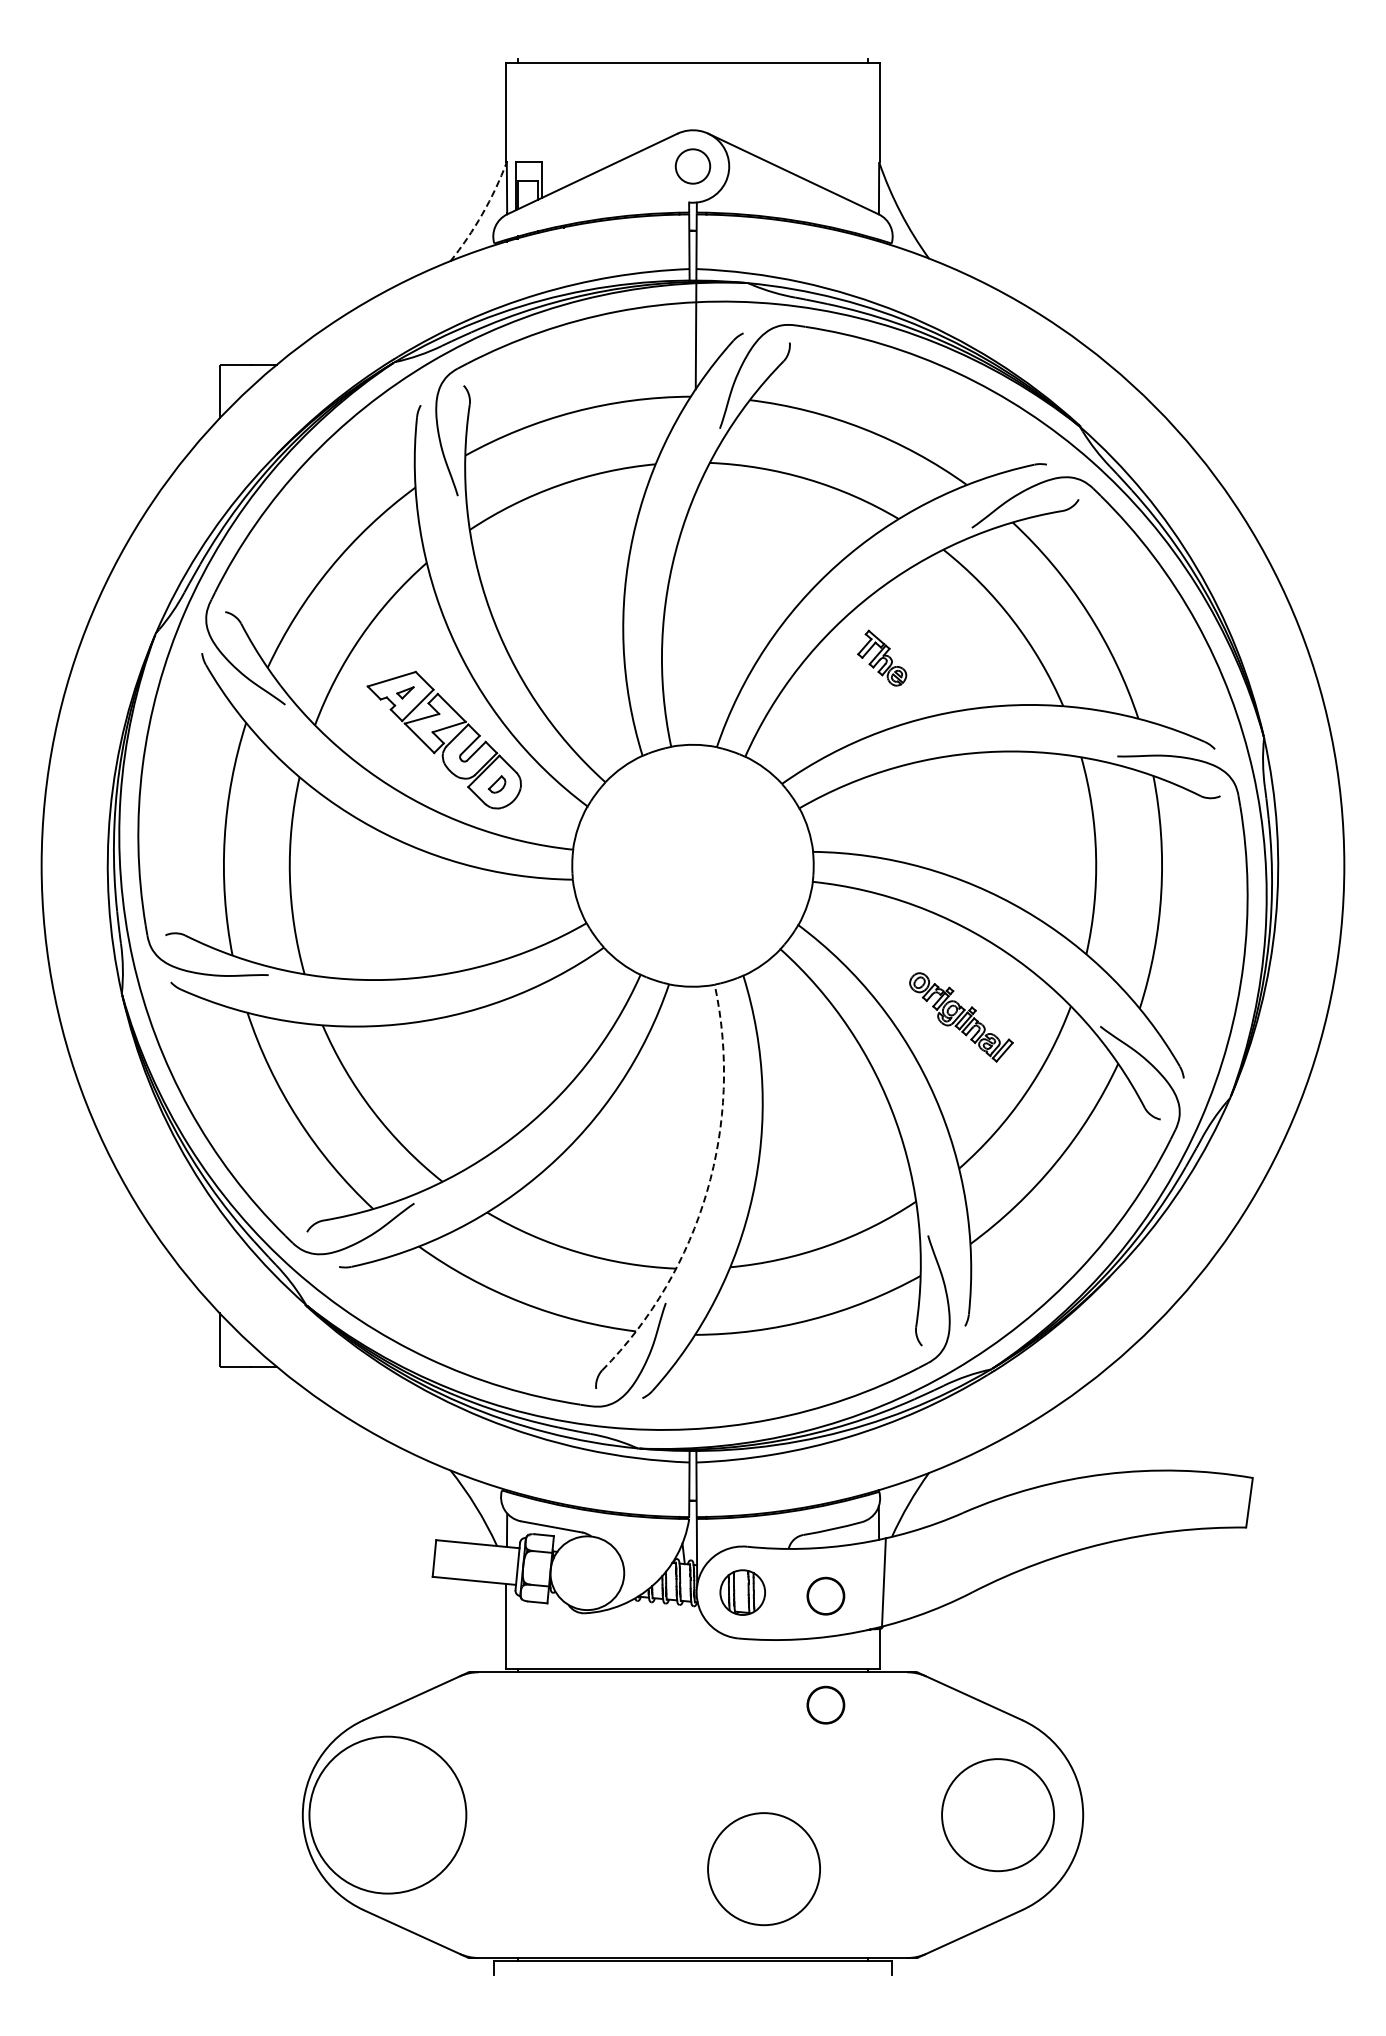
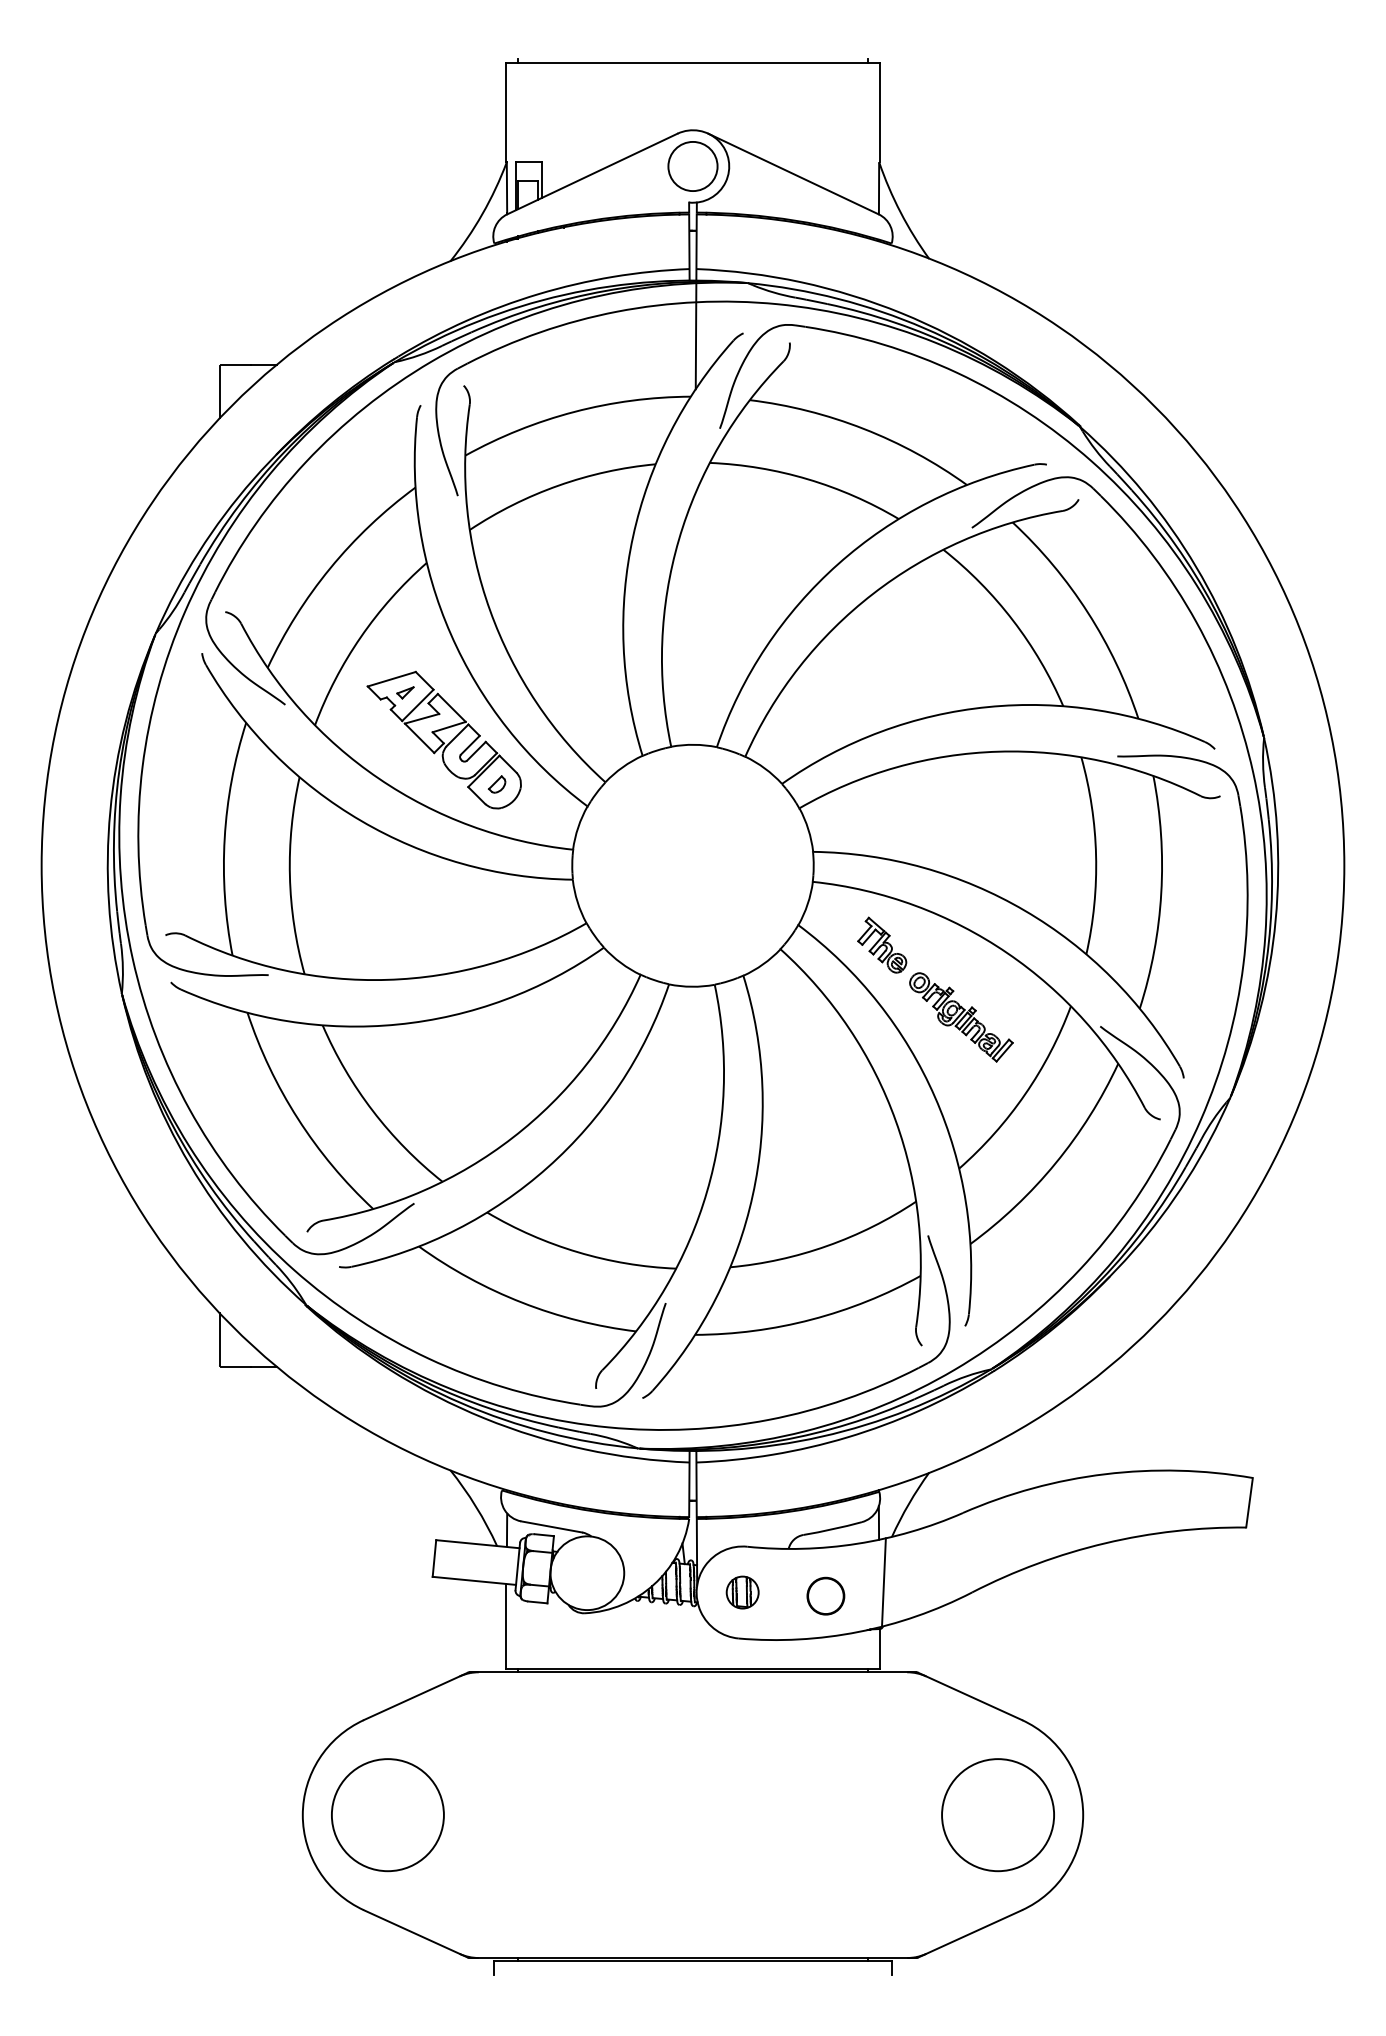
circle at (692, 166) diameter: 34 px -> 49 px
arc at (482, 214): dashed -> solid
part at (882, 657) position: (882, 657) -> (882, 944)
arc at (707, 1191): dashed -> solid
part at (742, 1592) size: 47x47 px -> 35x35 px
part at (825, 1704): present -> none
circle at (387, 1814) diameter: 157 px -> 112 px
circle at (763, 1869): present -> none
